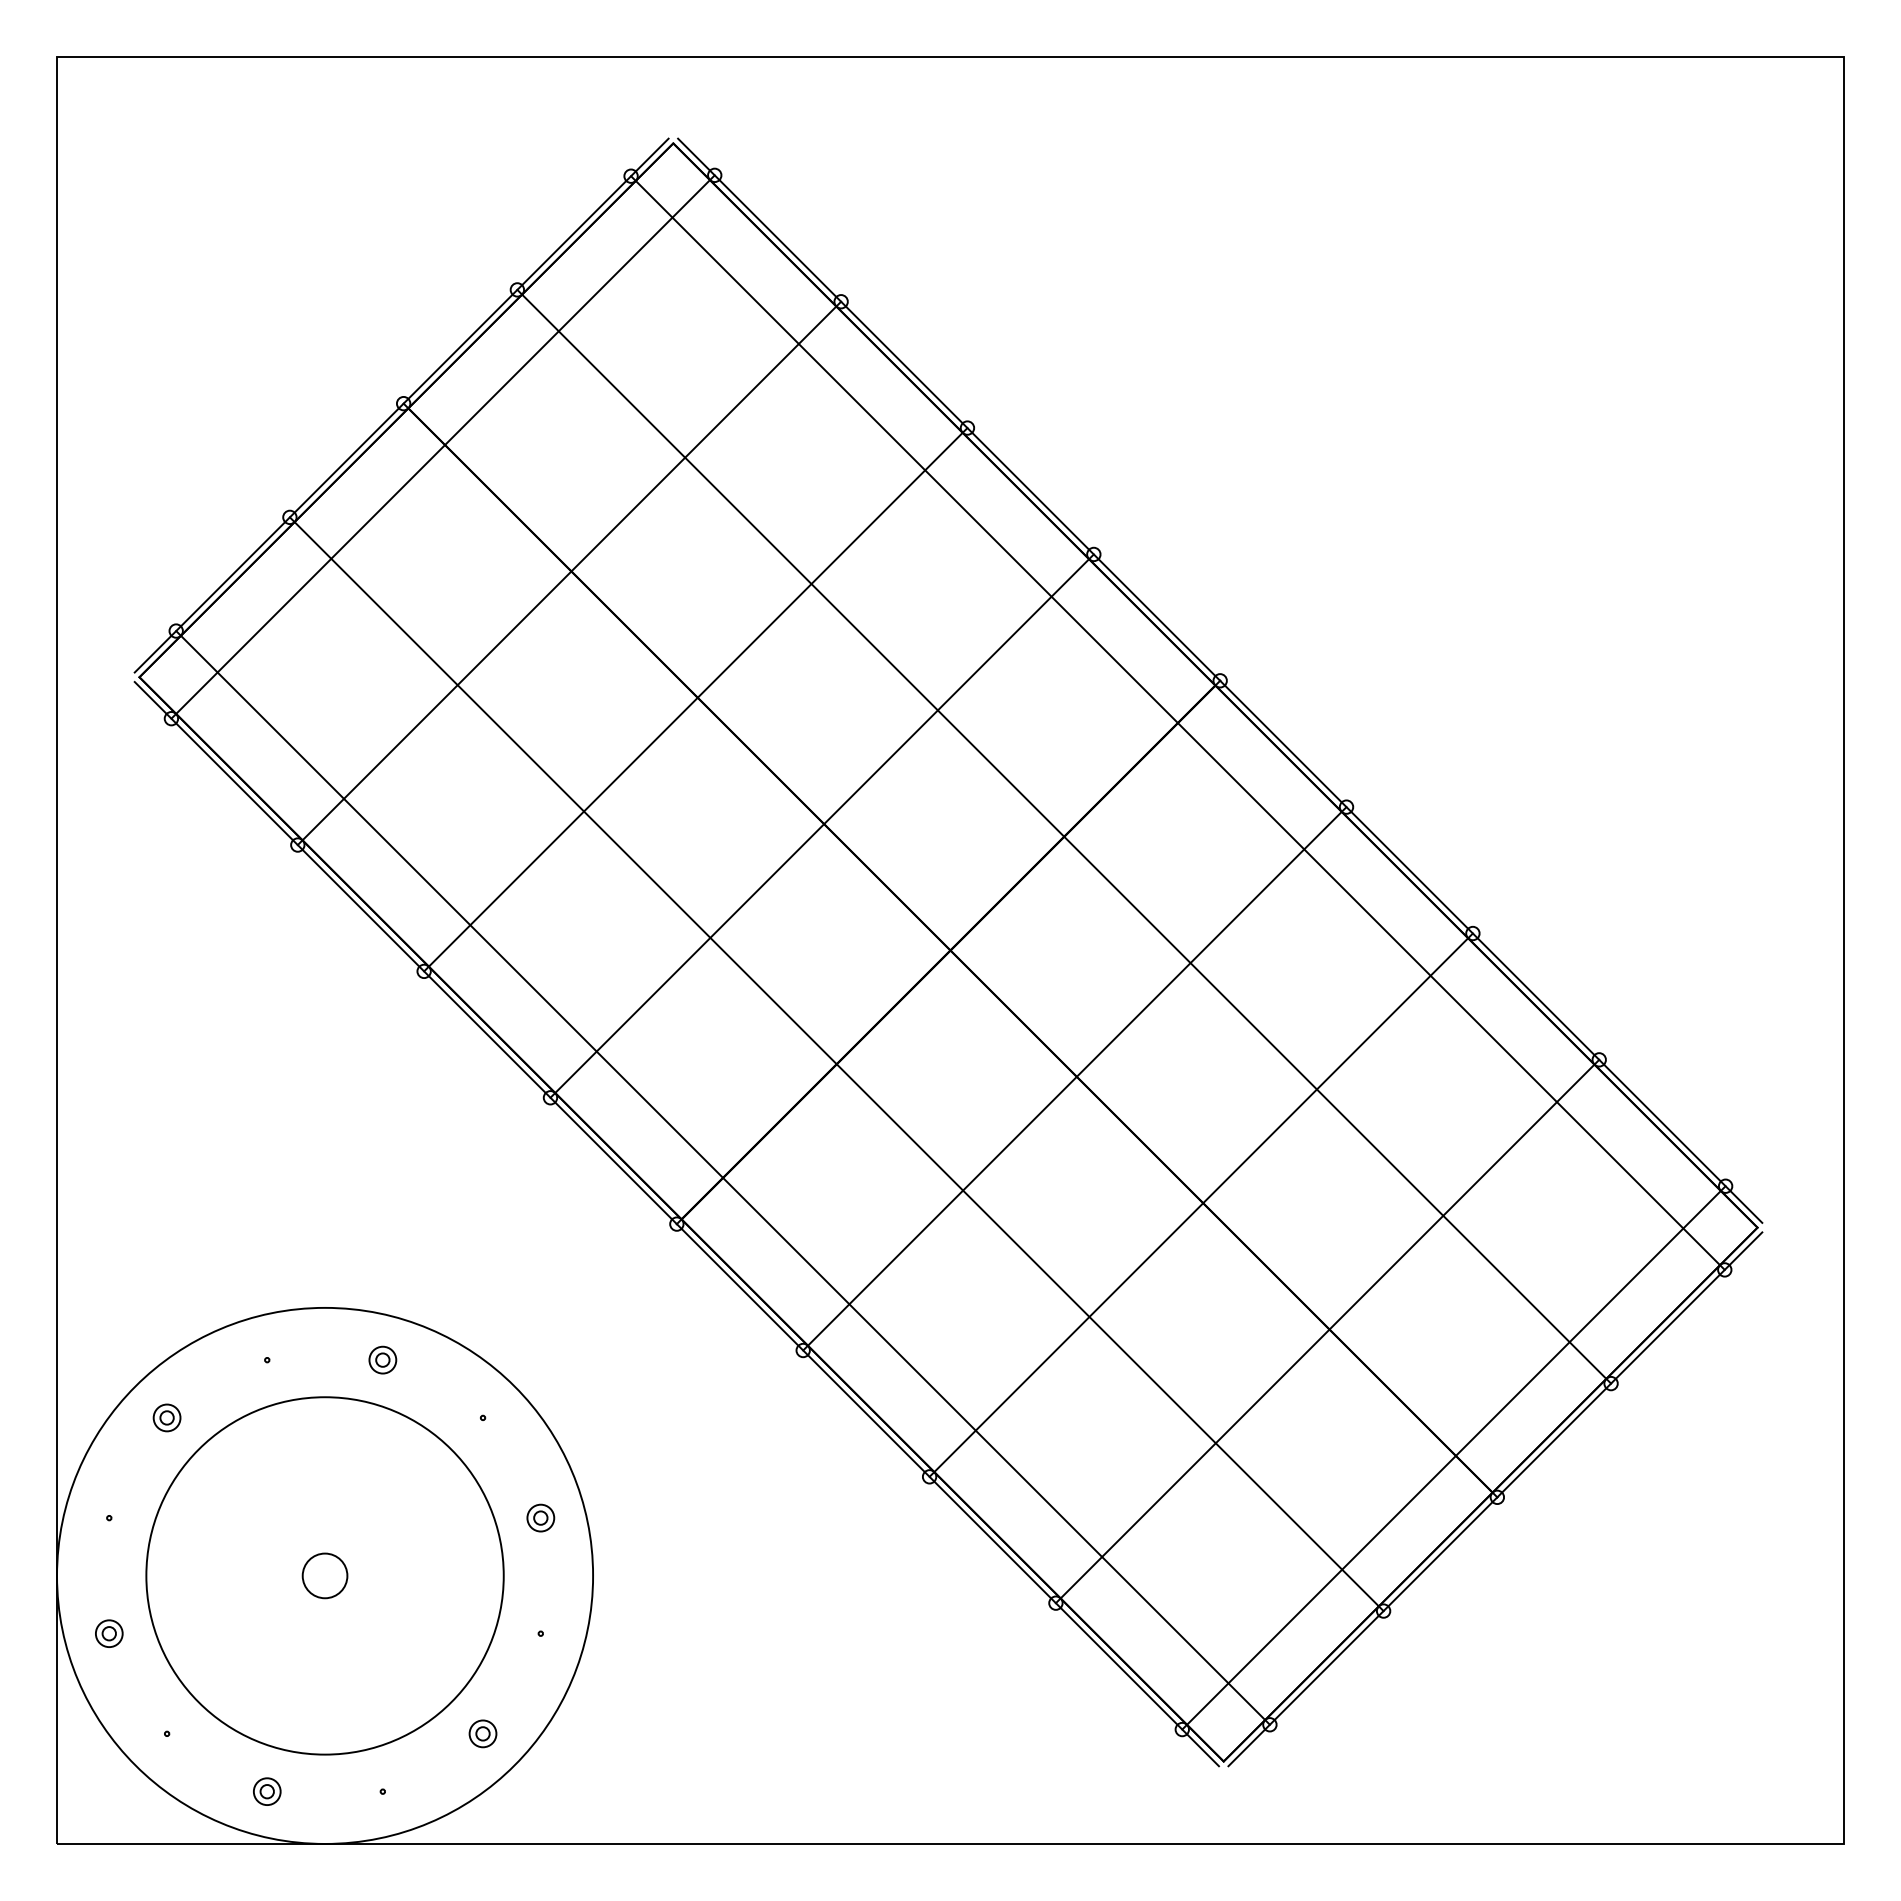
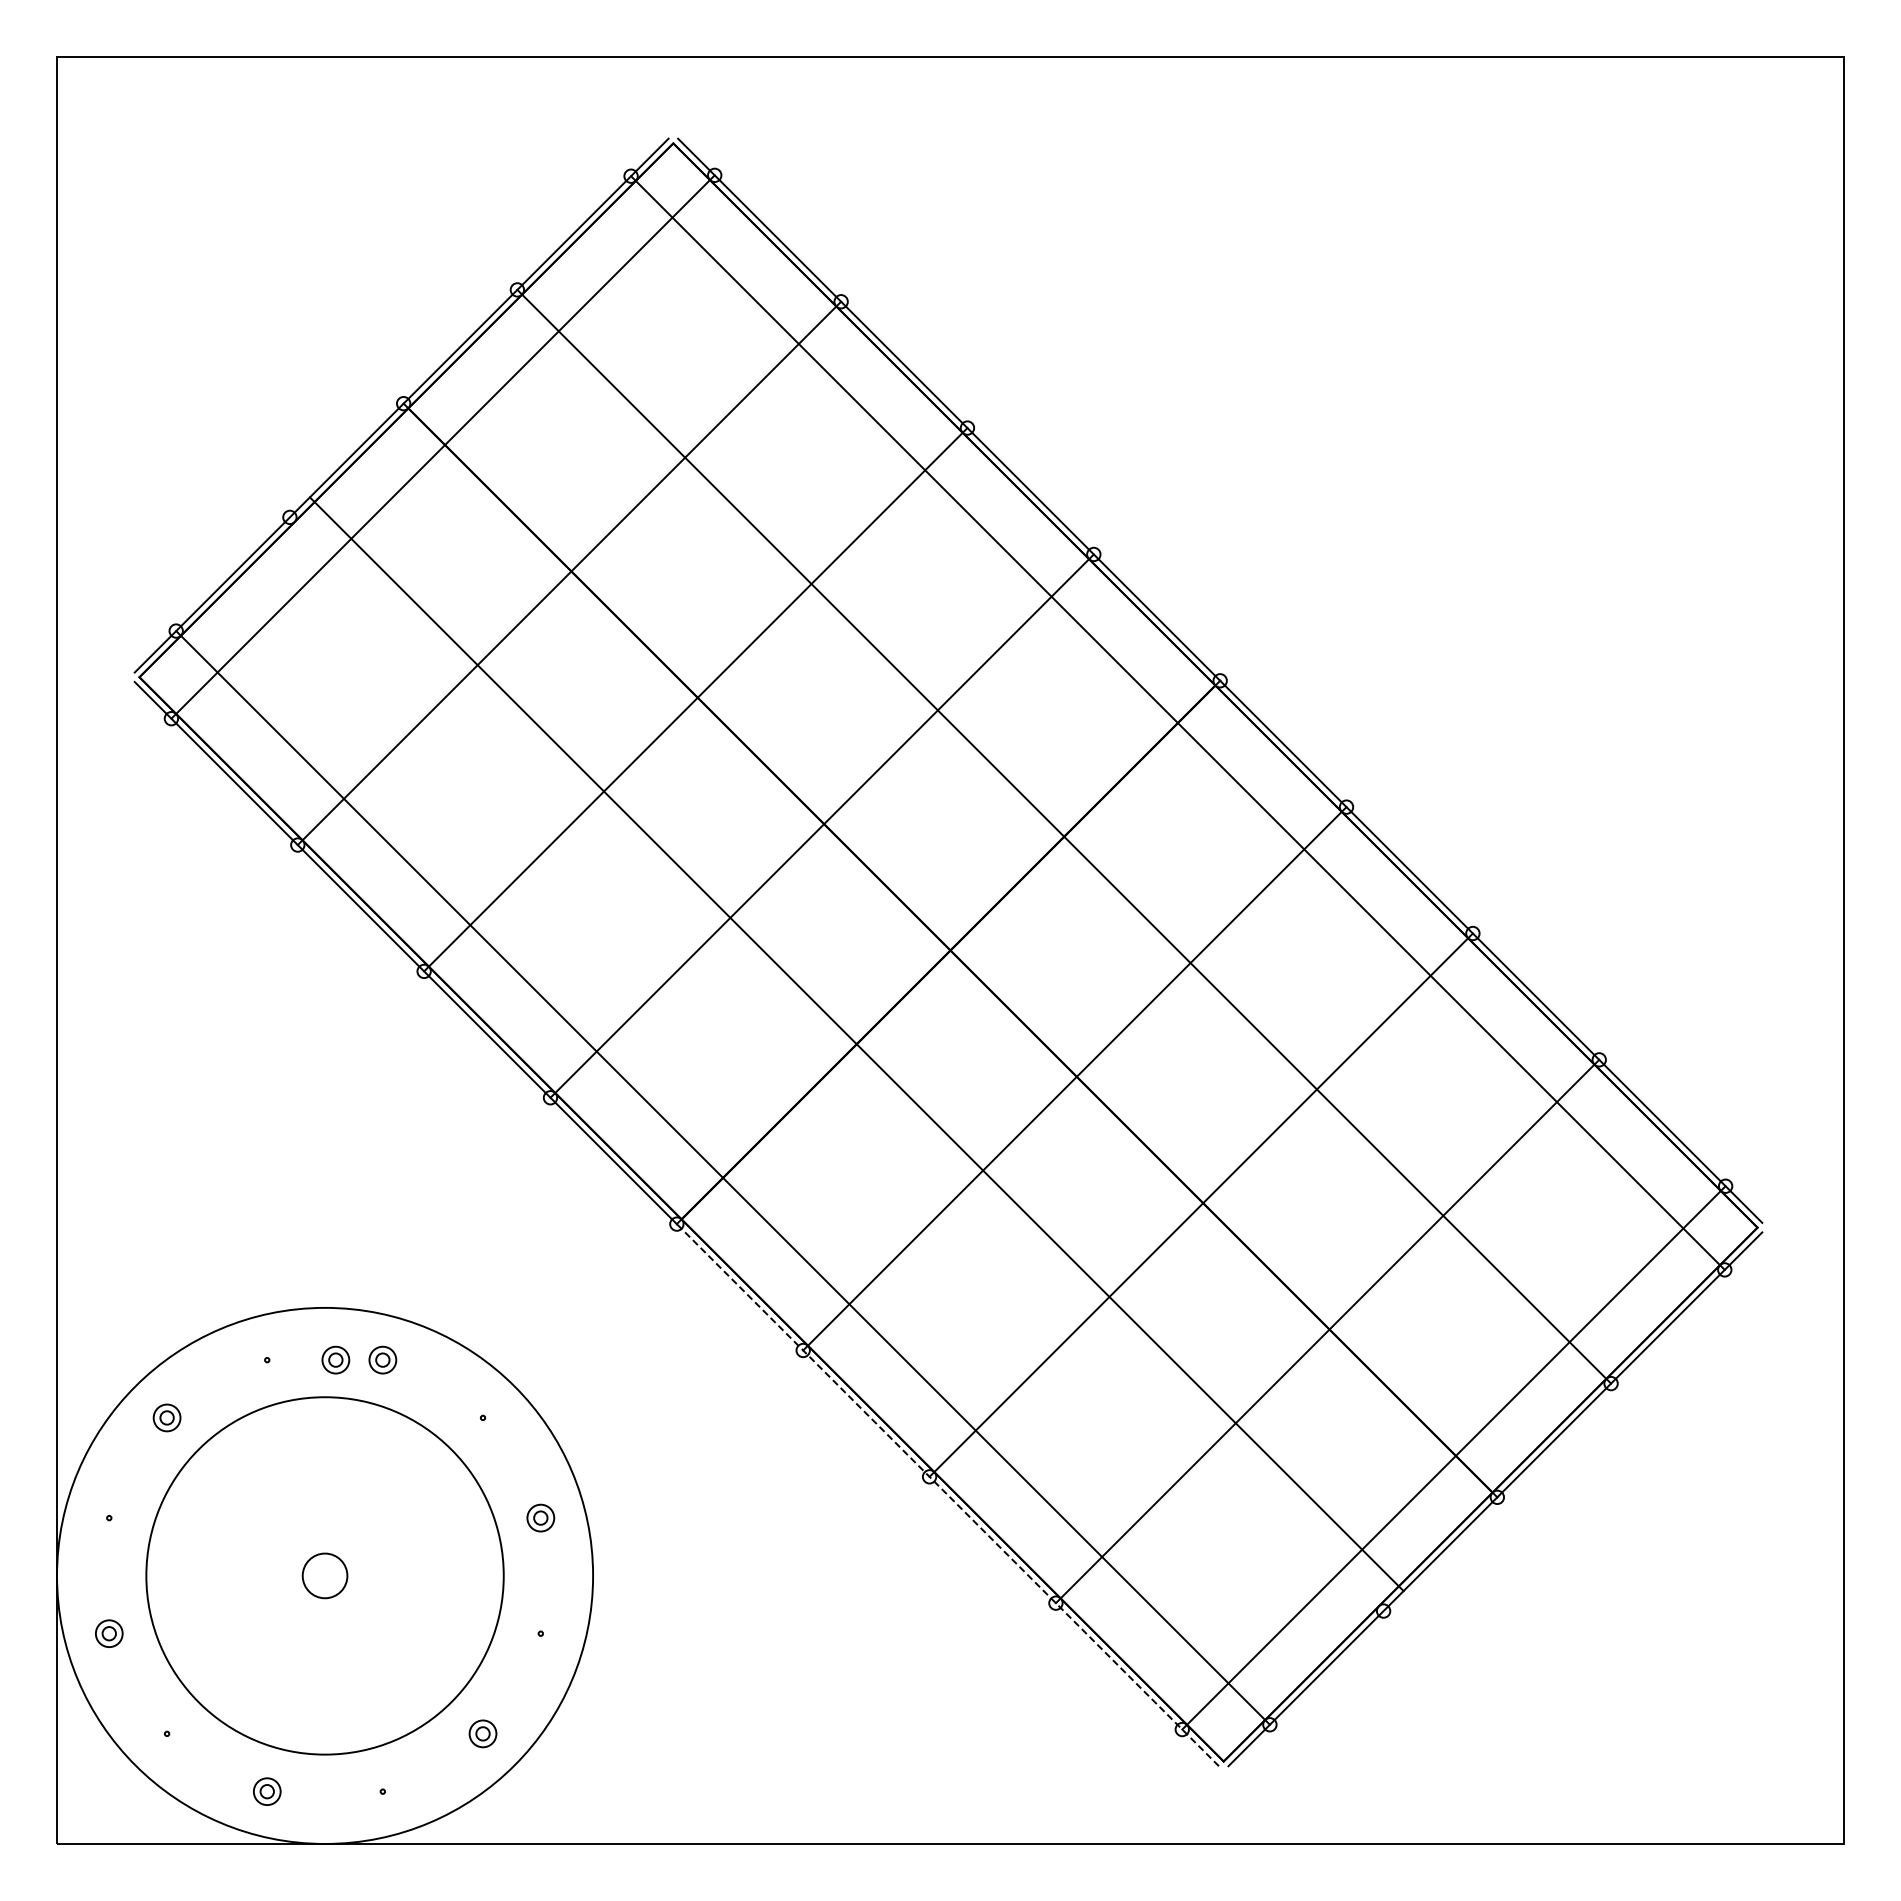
line at (836, 1064) position: (836, 1064) -> (856, 1044)
part at (335, 1359): none -> present
line at (947, 1494): solid -> dashed
